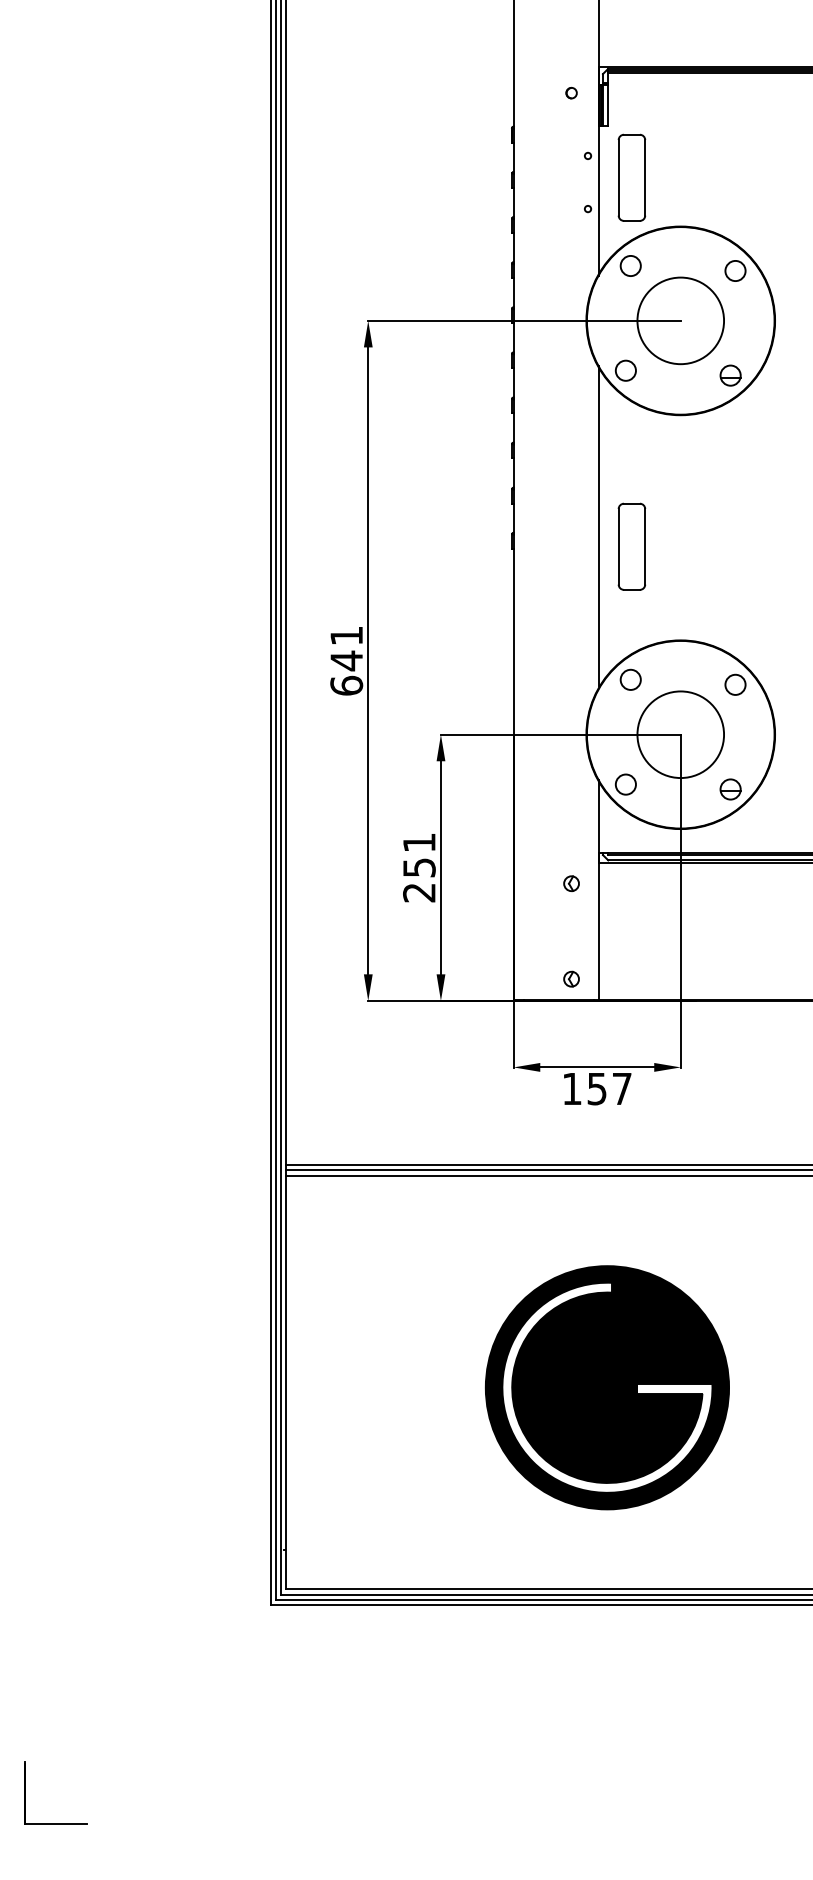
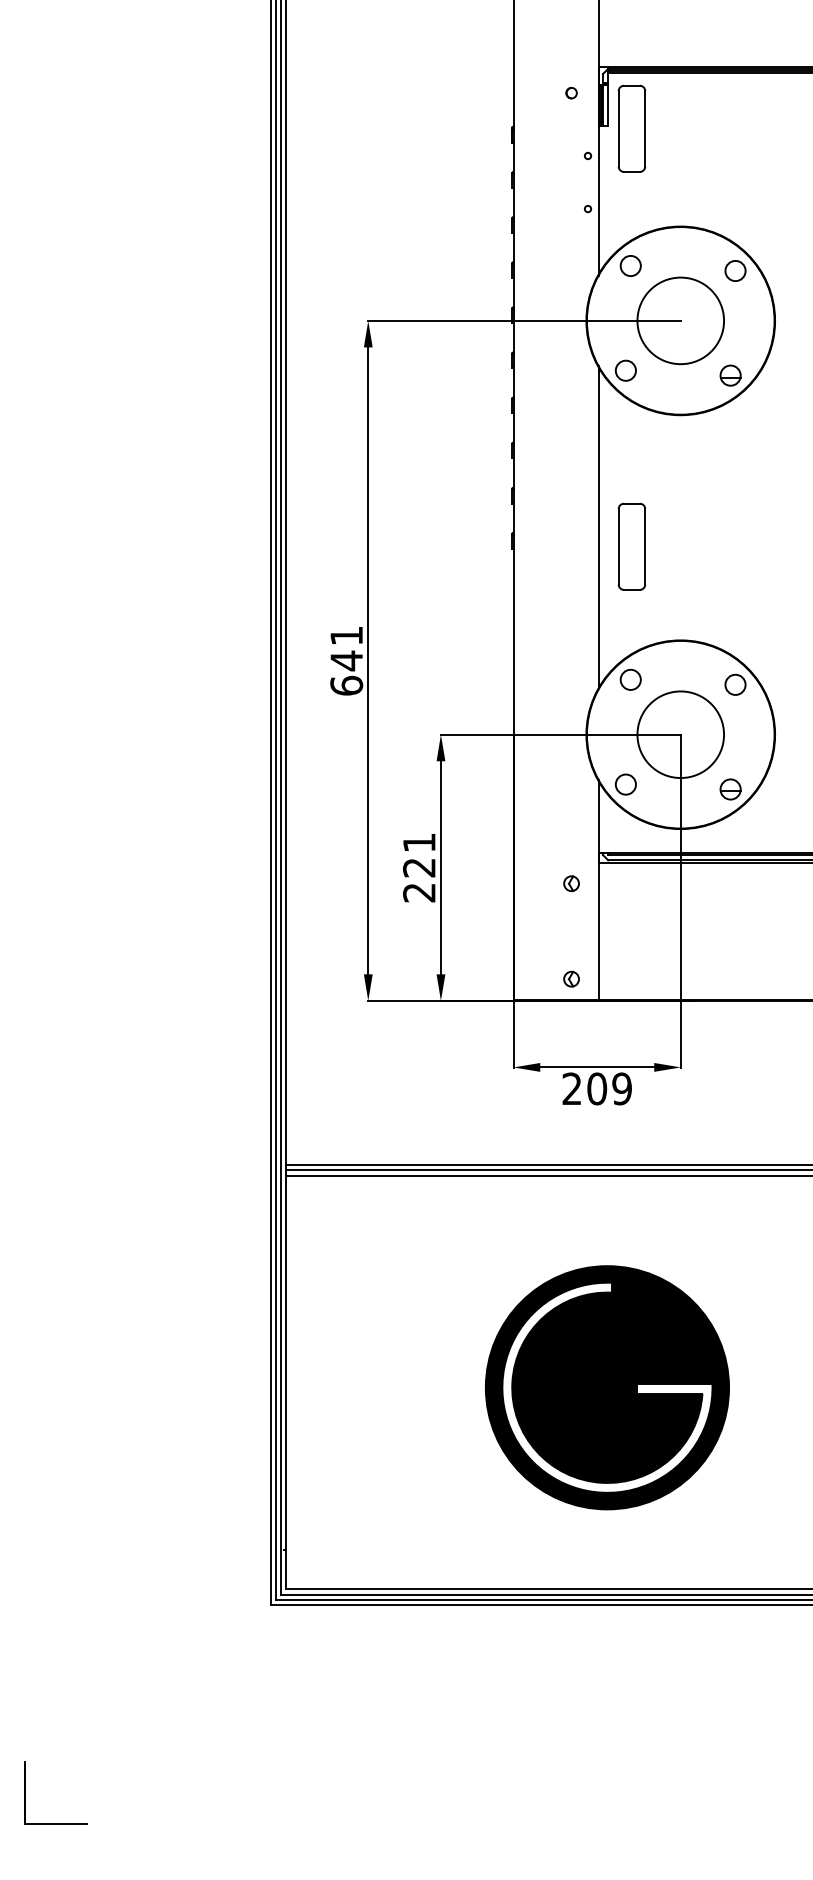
part at (631, 177) position: (631, 177) -> (631, 128)
text at (419, 867): 251 -> 221
text at (596, 1088): 157 -> 209
